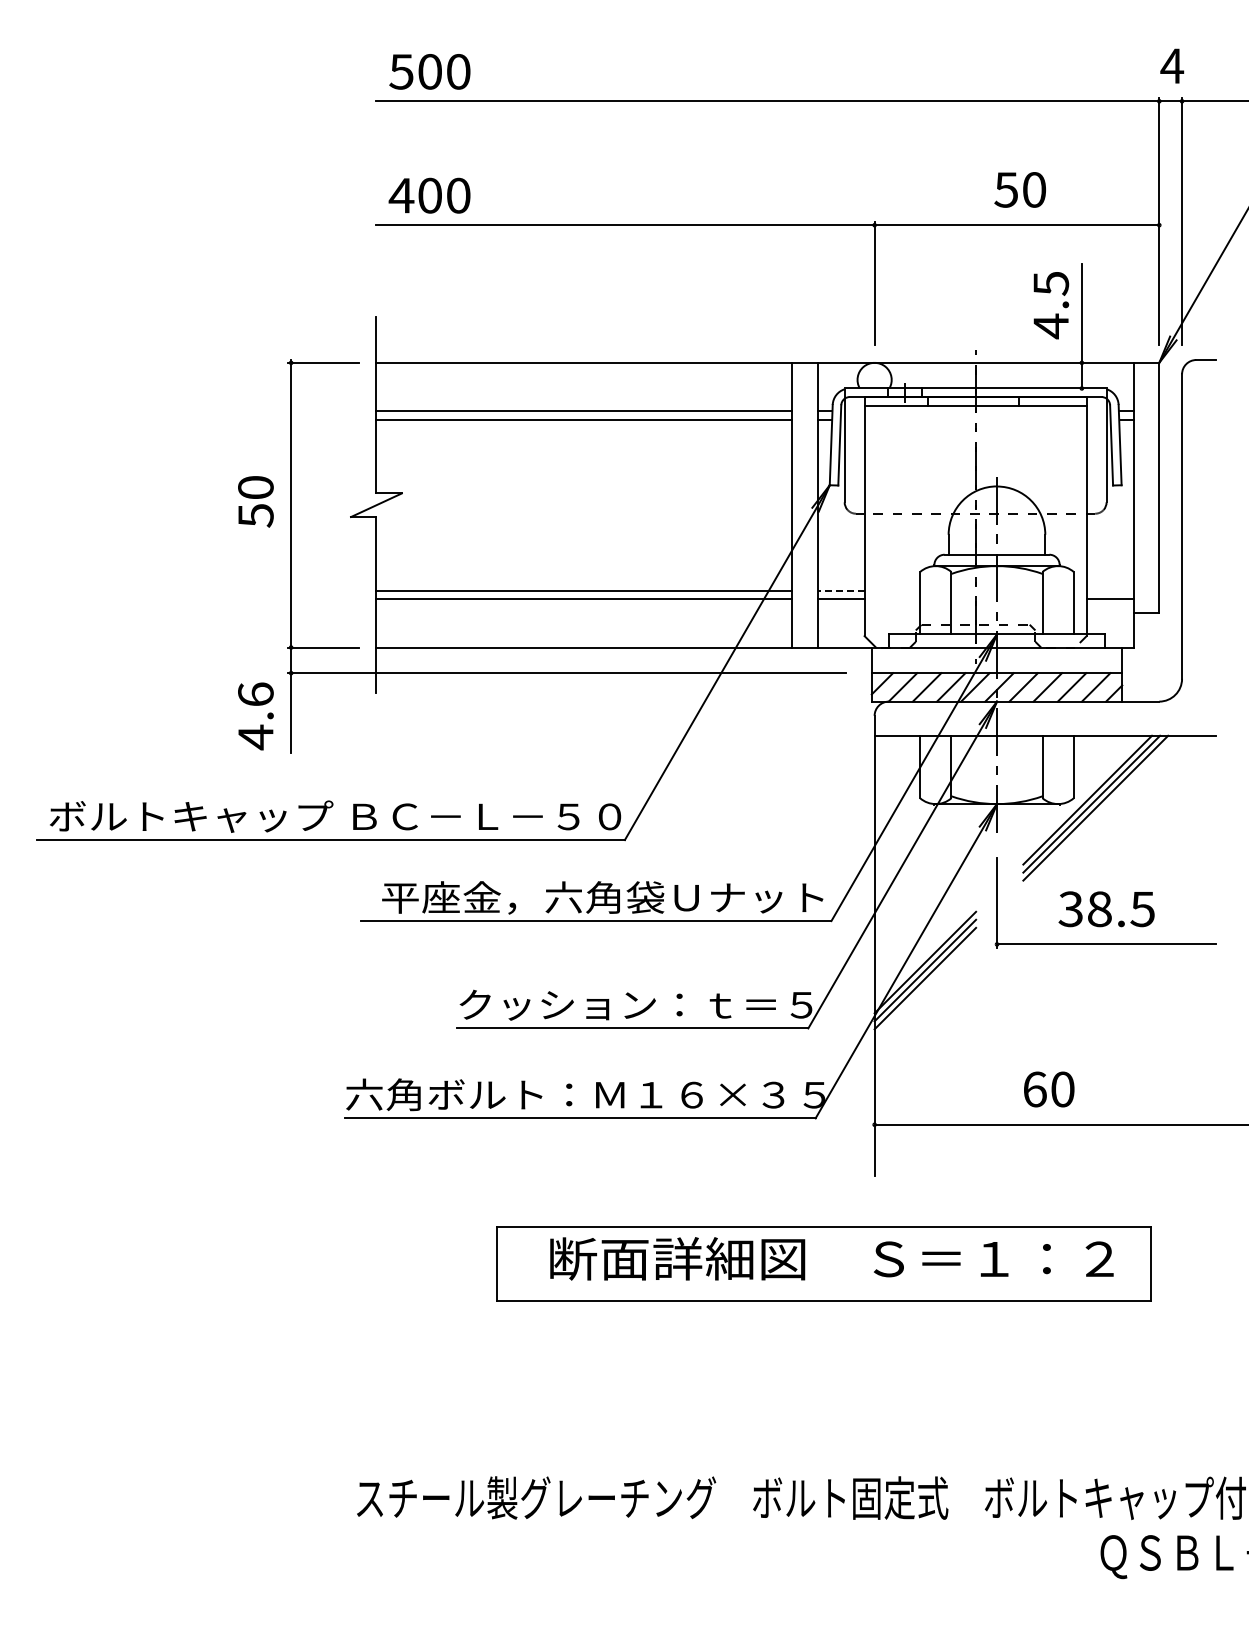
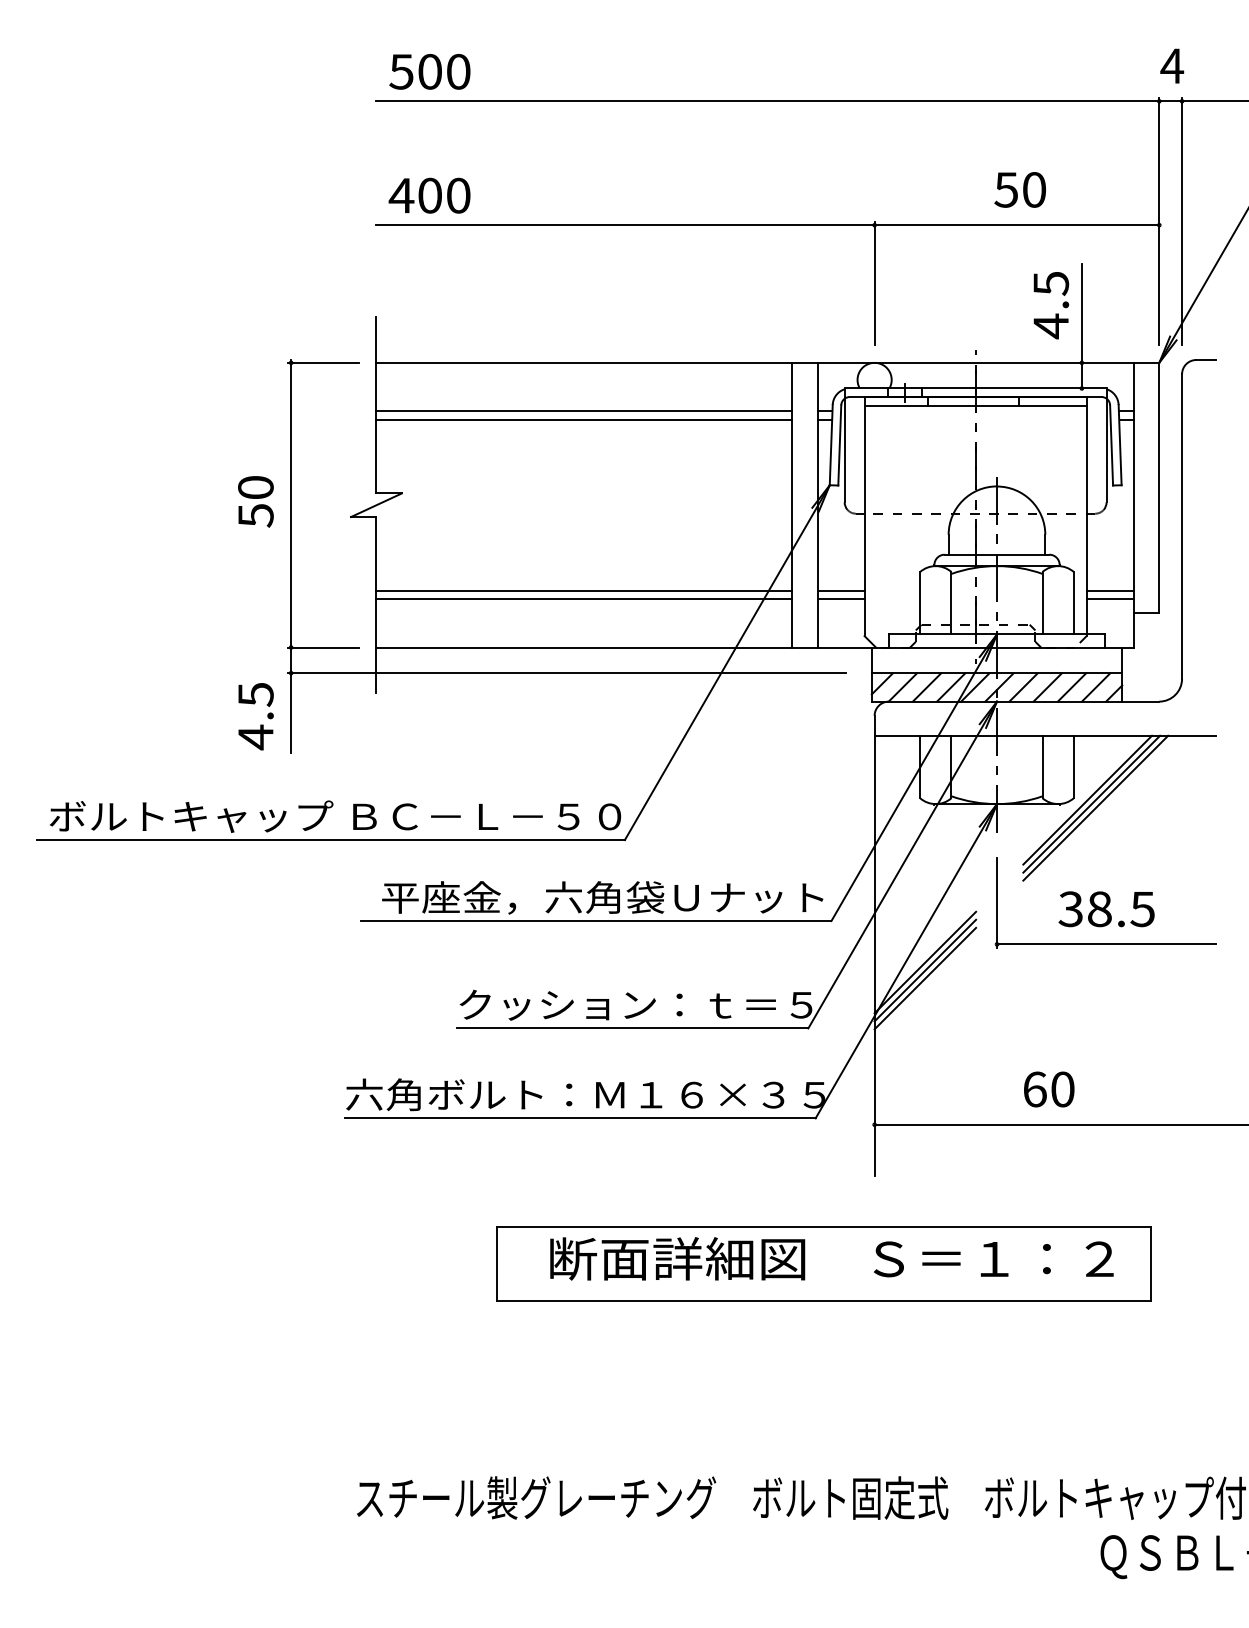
line at (840, 590): dashed -> solid
line at (1109, 590): none -> present
text at (255, 694): 4.6 -> 4.5
